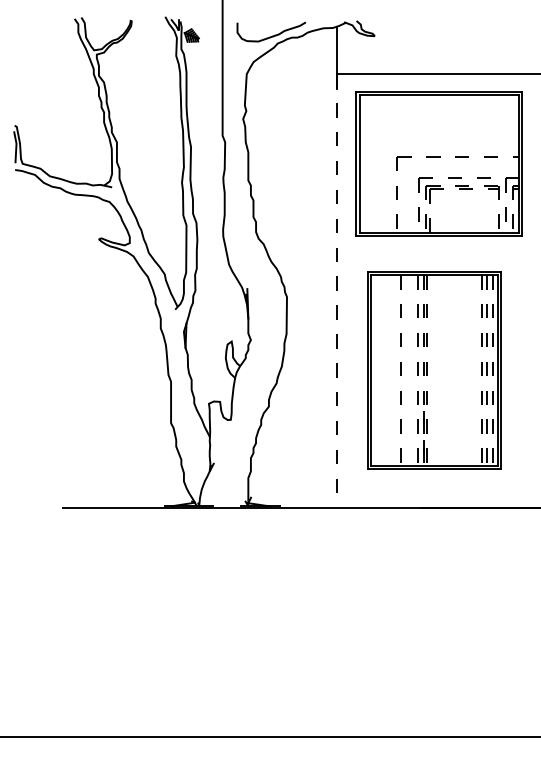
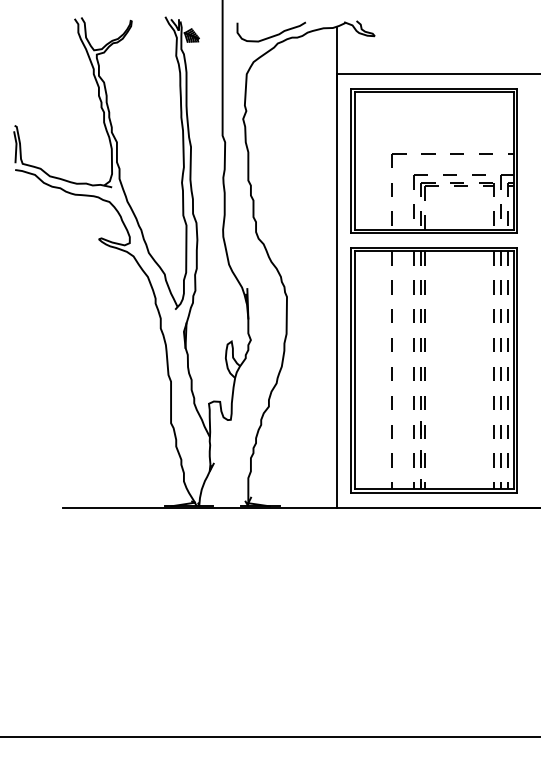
part at (438, 163) position: (438, 163) -> (433, 160)
line at (336, 290): dashed -> solid
part at (434, 370) size: 135x199 px -> 168x247 px
